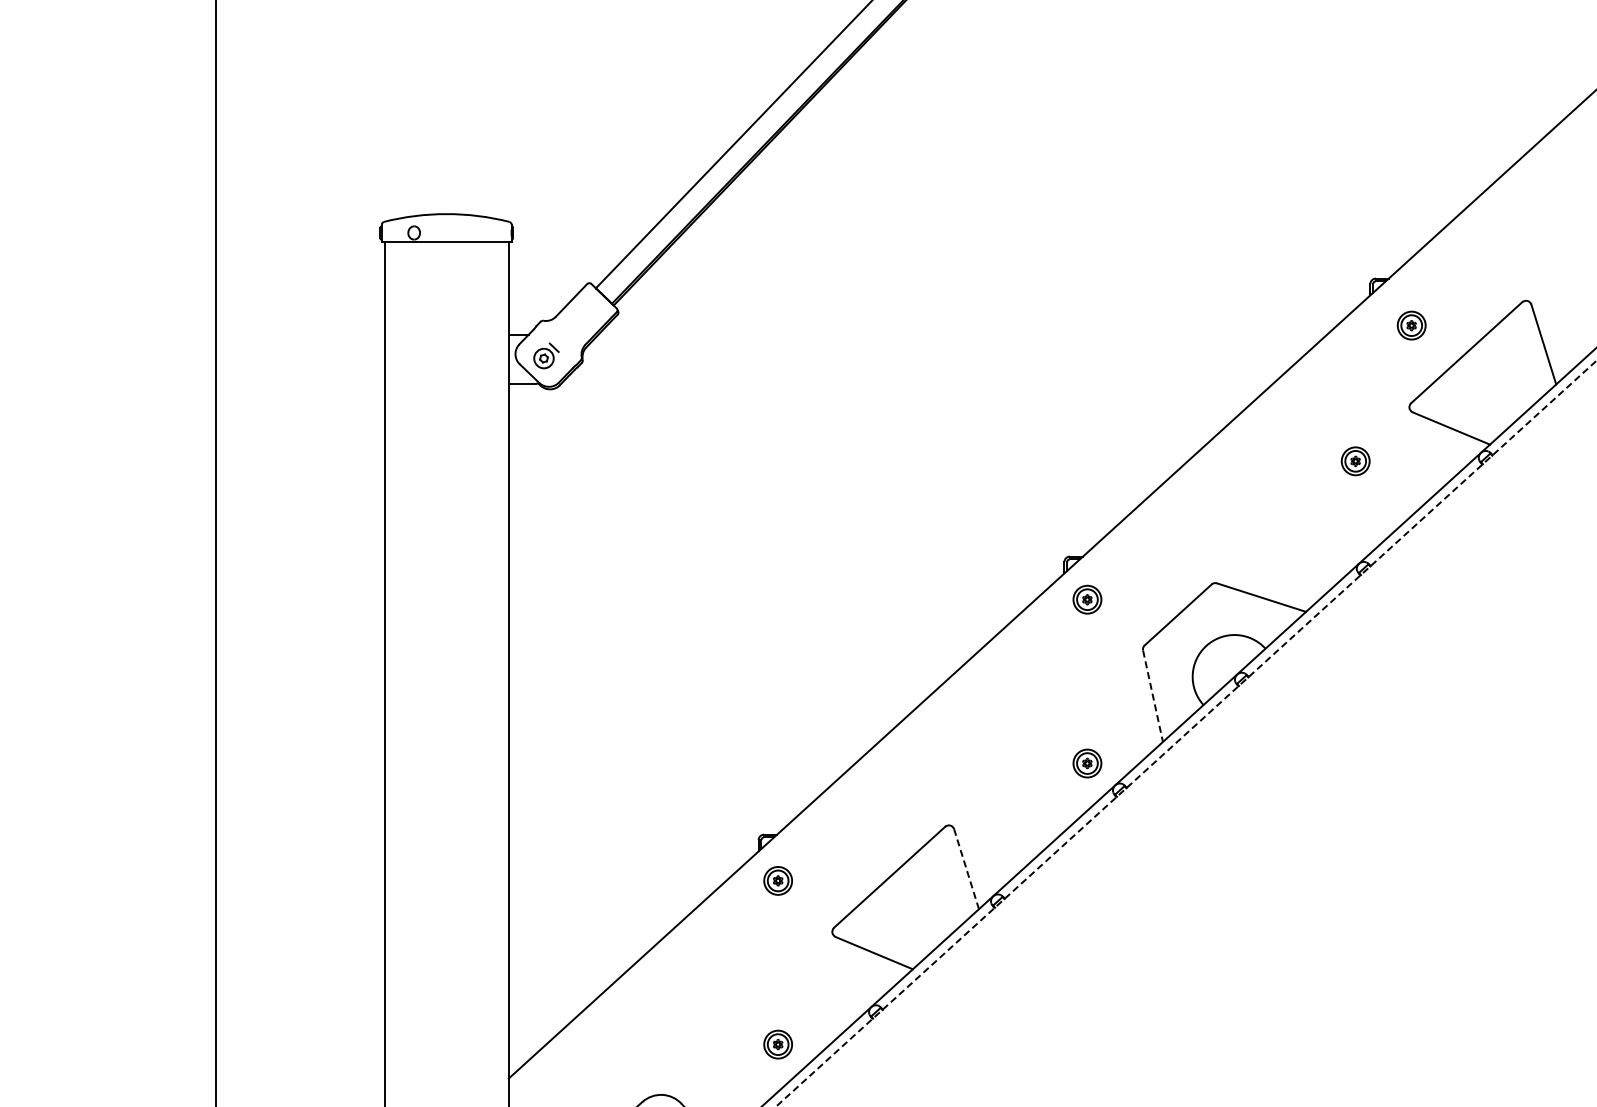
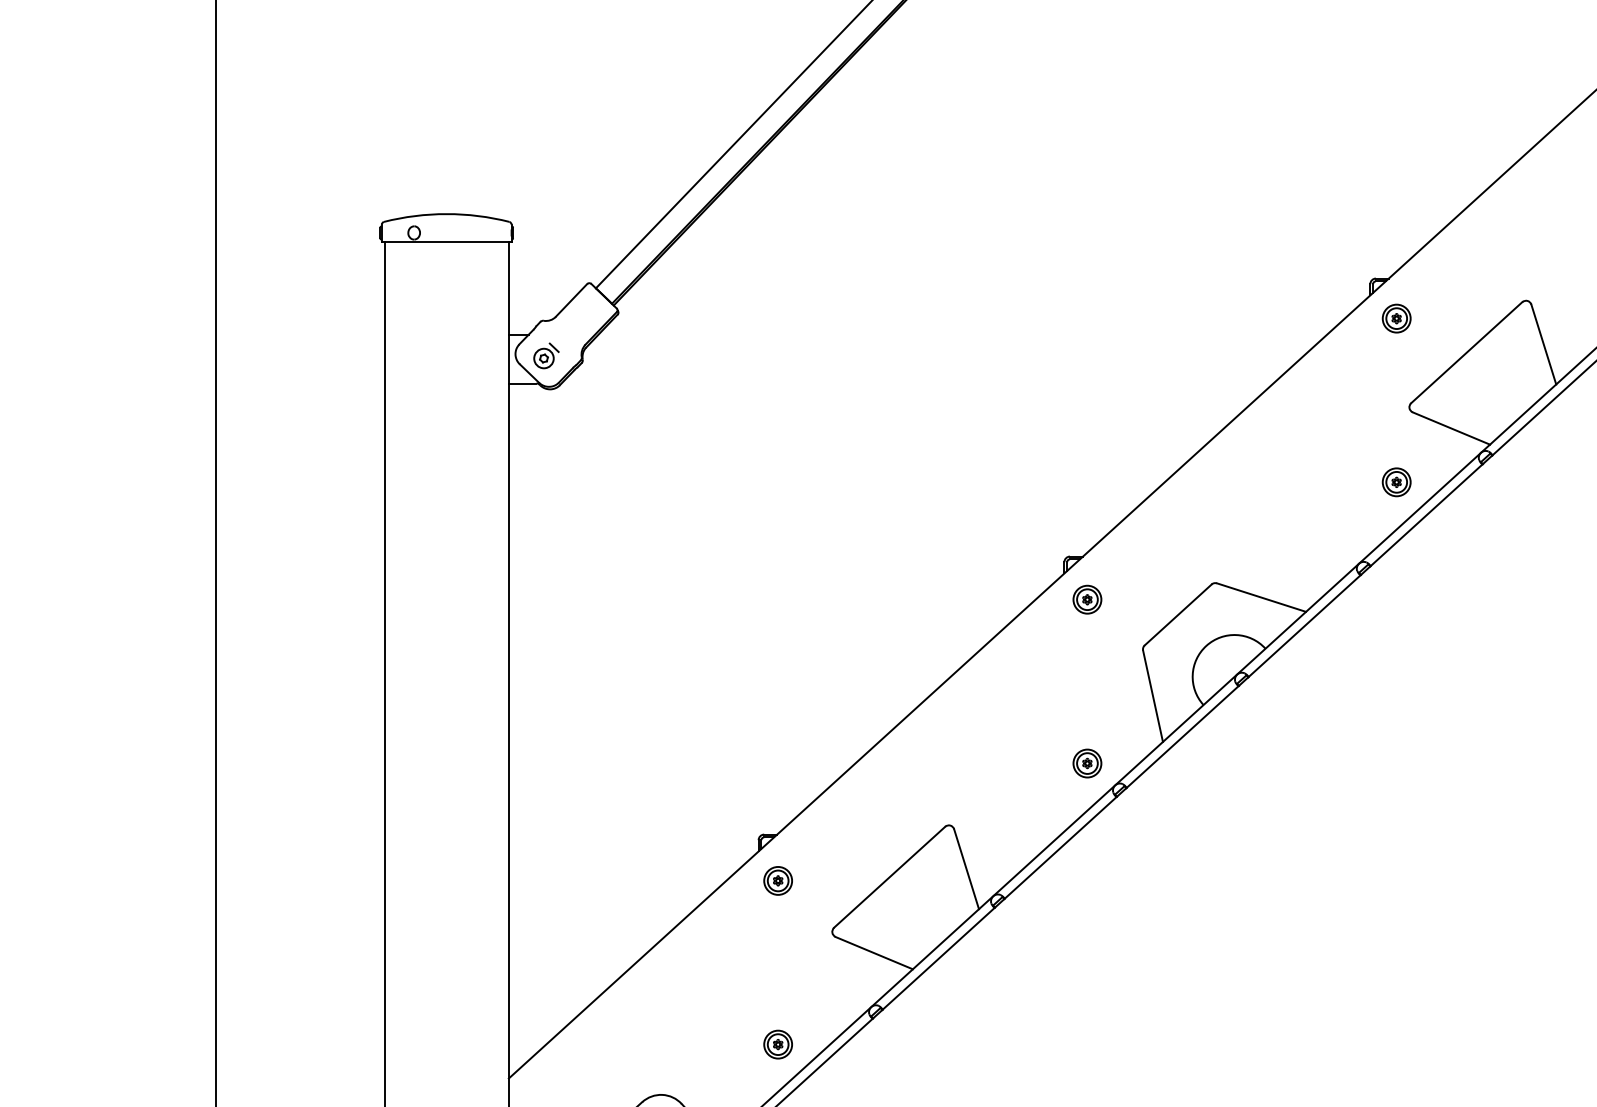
part at (1411, 325) position: (1411, 325) -> (1396, 318)
part at (1355, 461) position: (1355, 461) -> (1396, 482)
line at (1153, 696): dashed -> solid
line at (1186, 733): dashed -> solid
line at (966, 869): dashed -> solid
